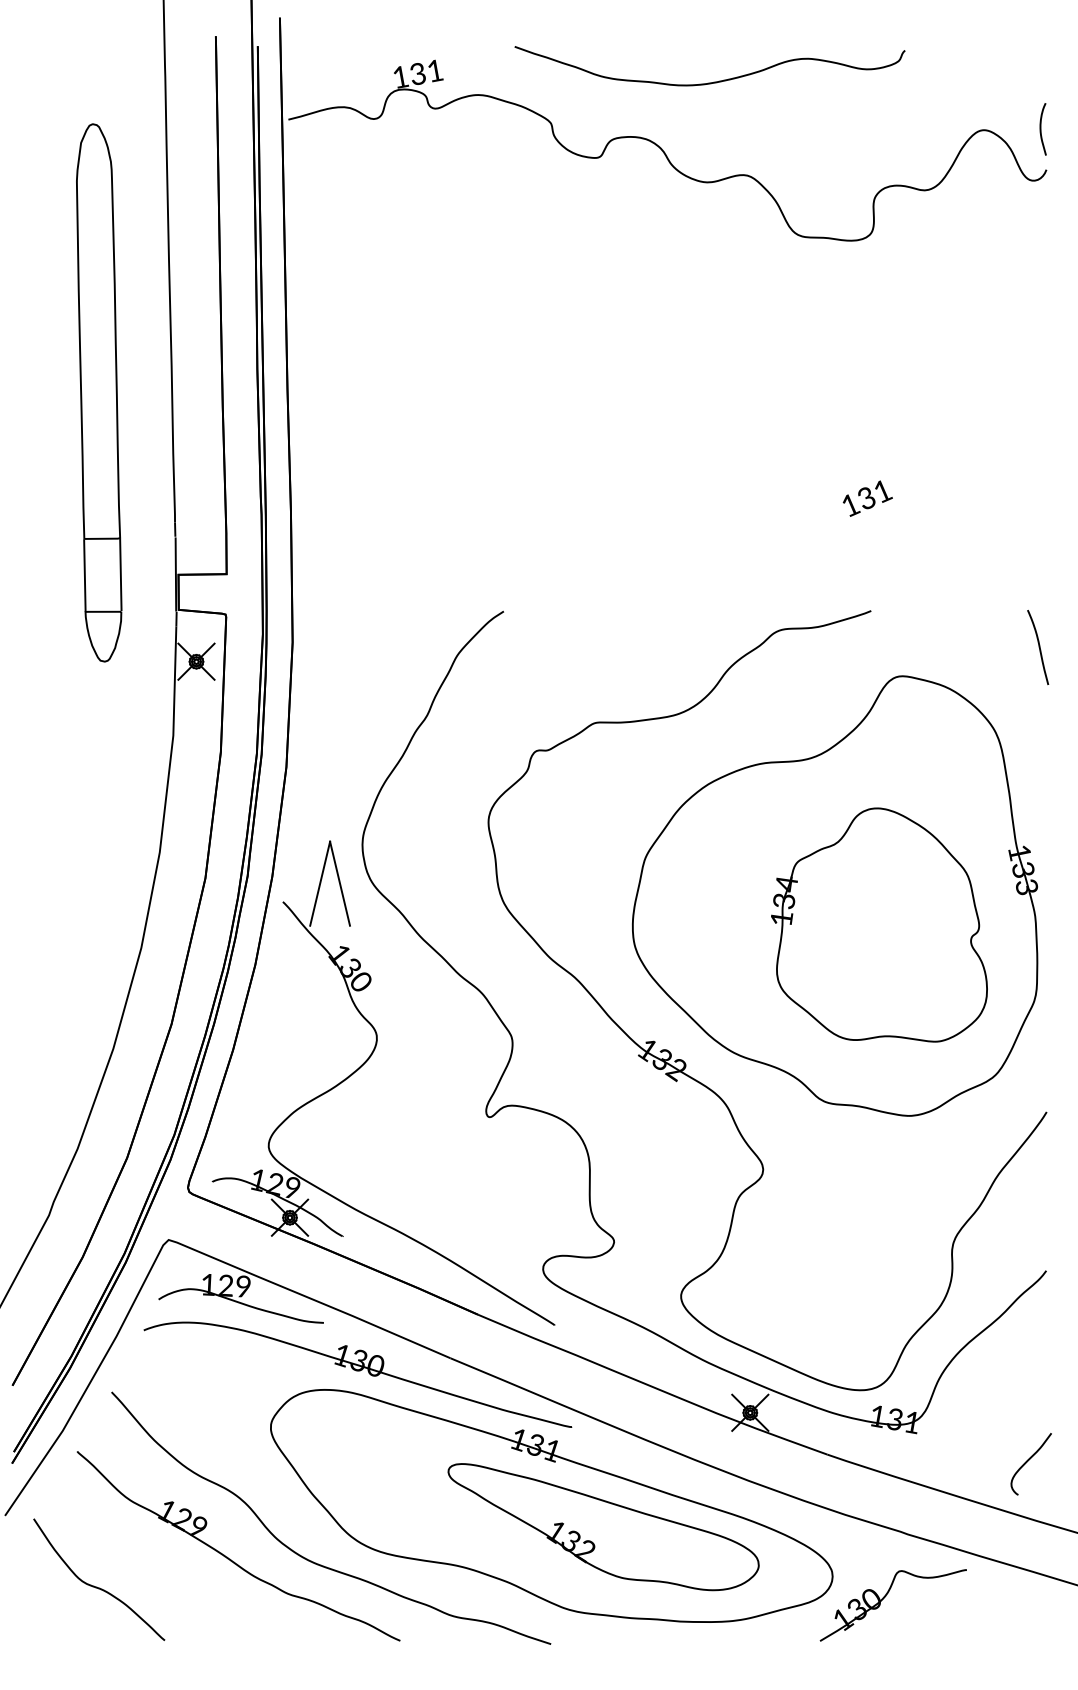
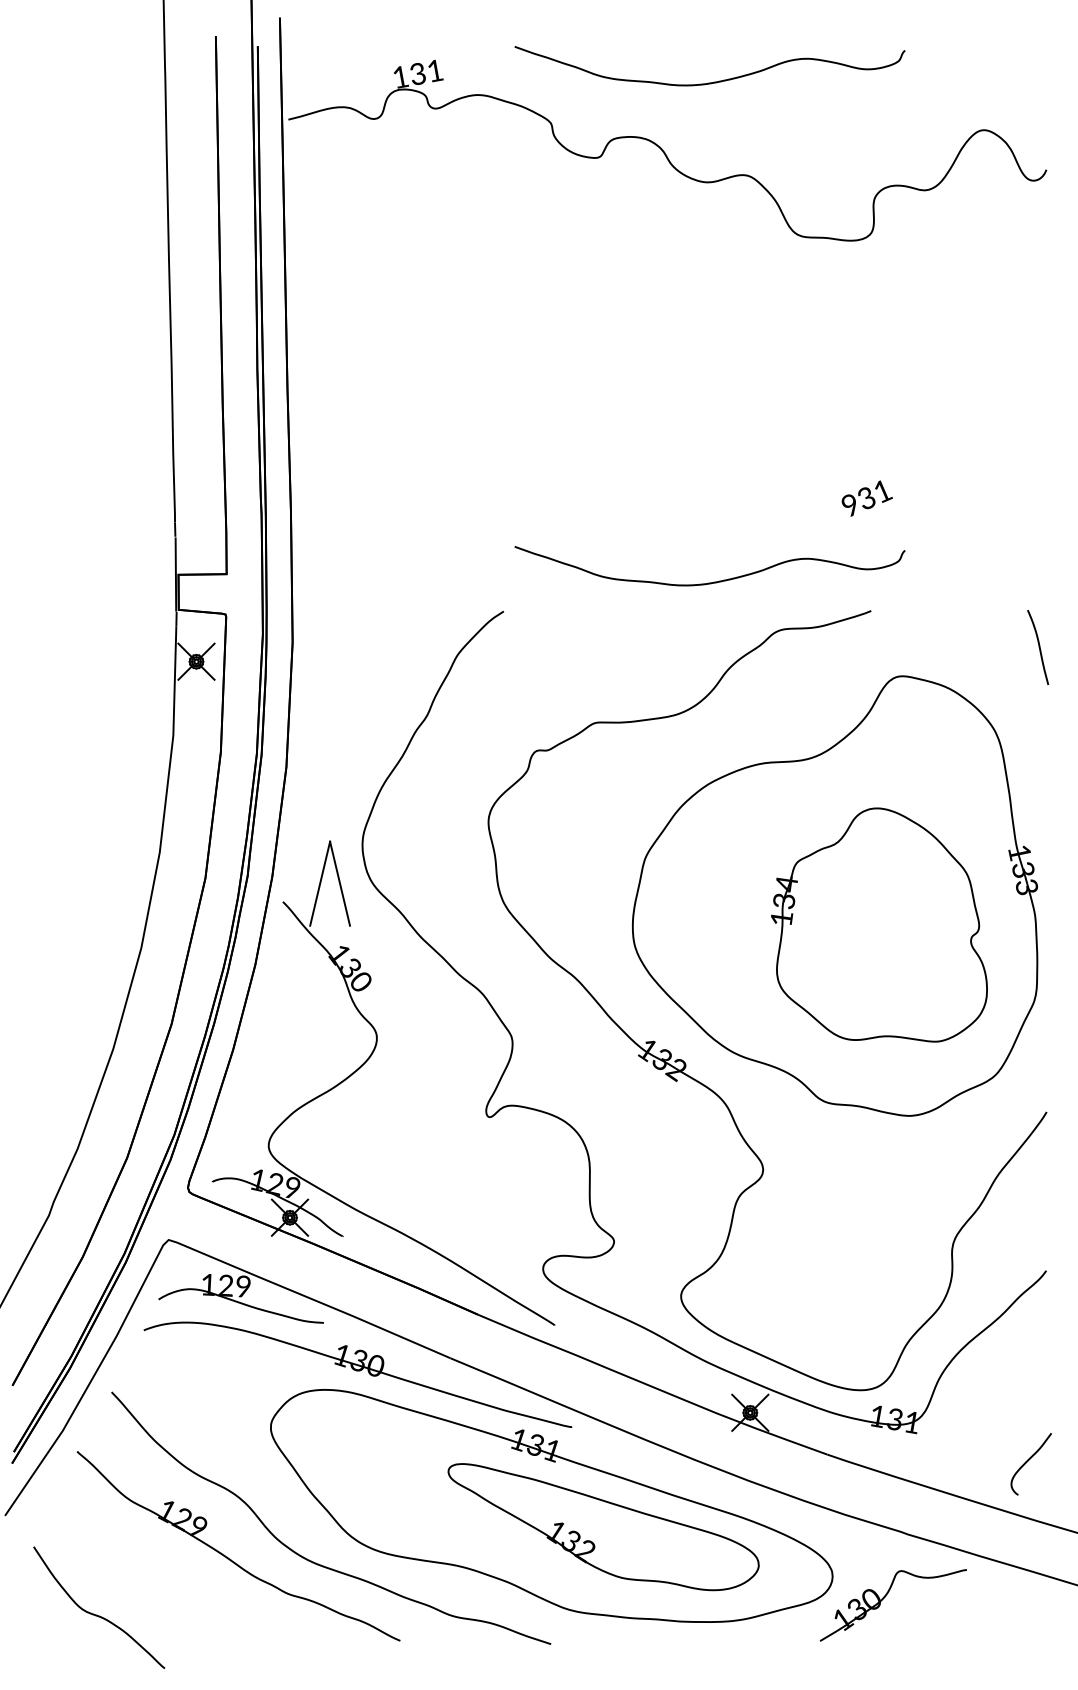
curve at (1041, 129): present -> none
part at (99, 392): present -> none
text at (850, 505): 131 -> 931
curve at (713, 581): none -> present
part at (96, 1586) position: (96, 1586) -> (96, 1614)
